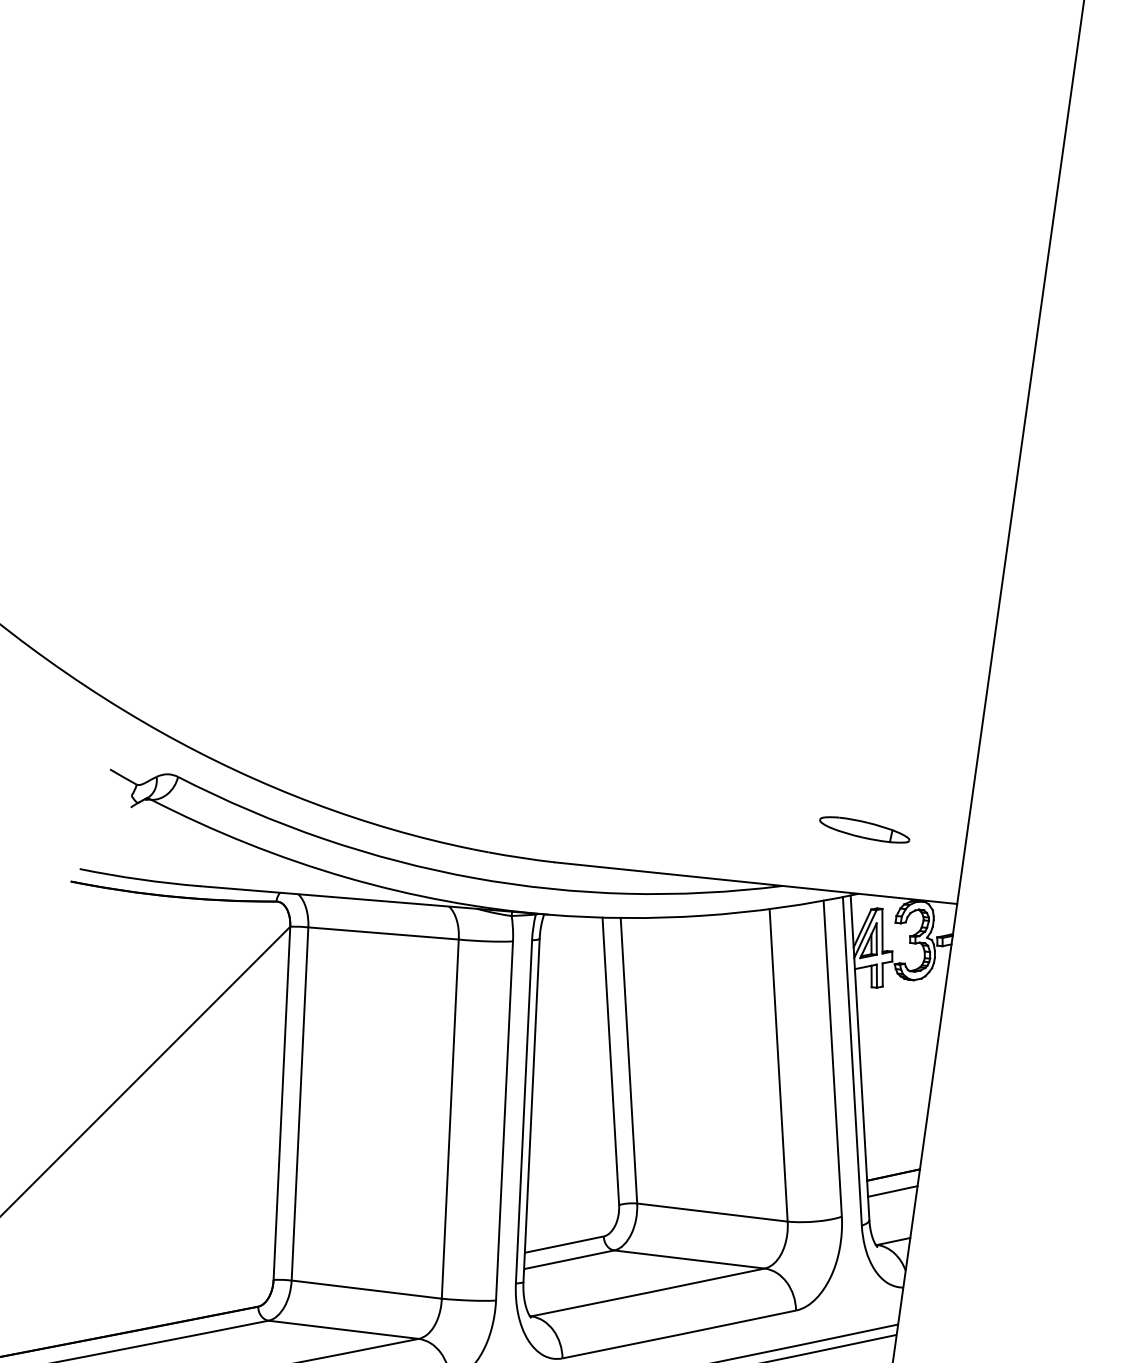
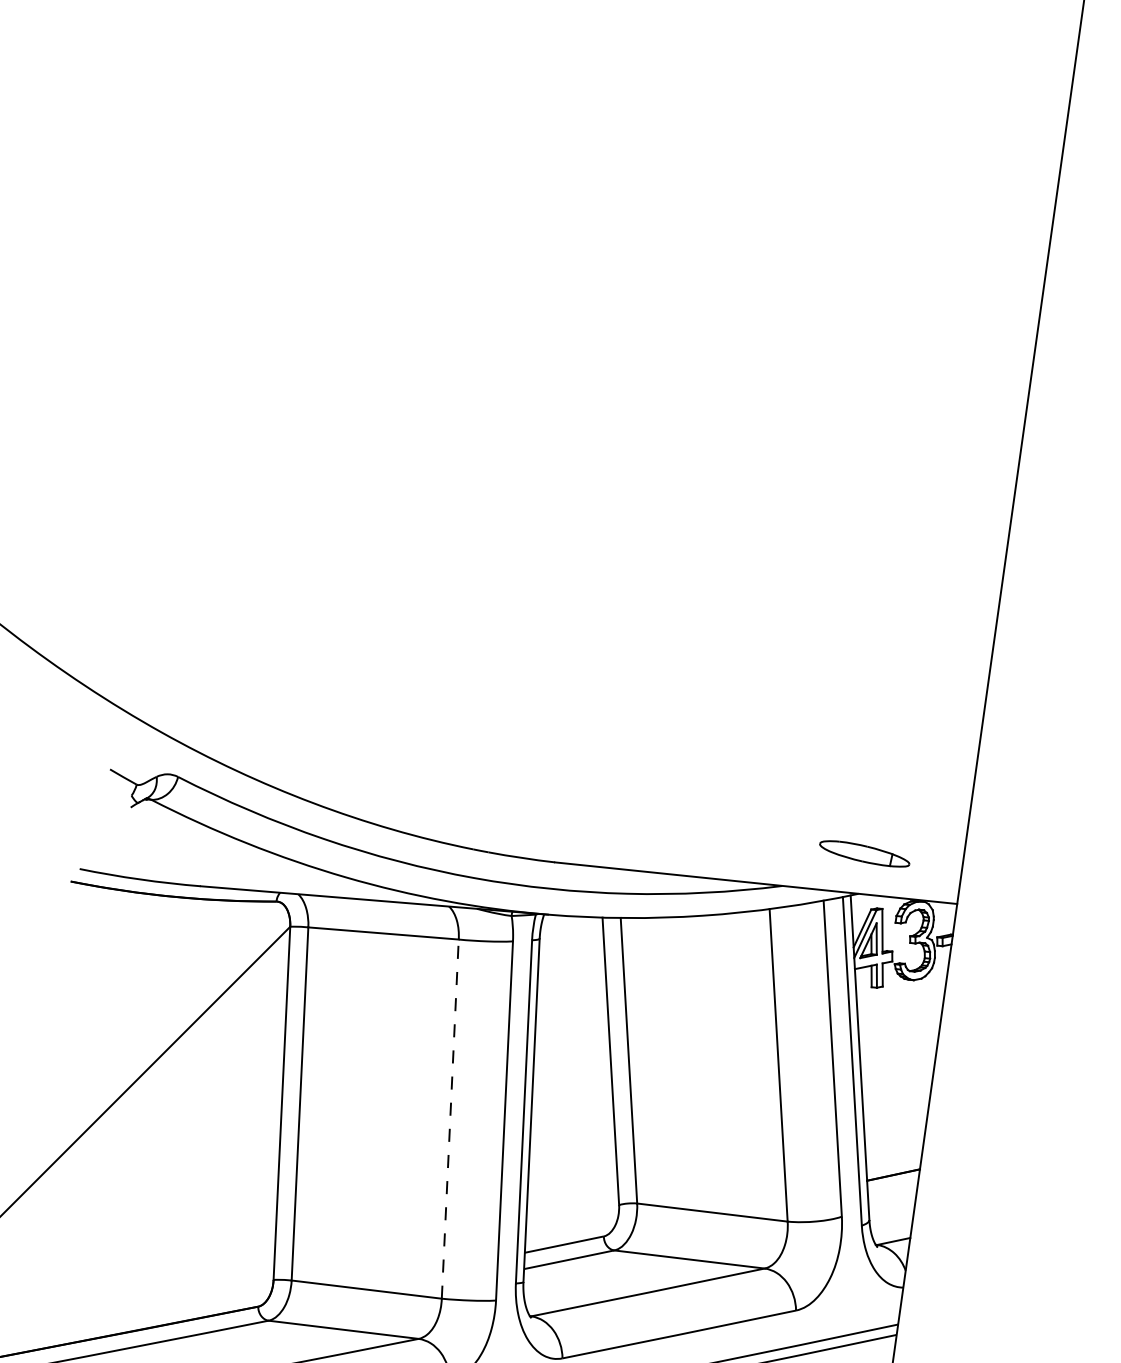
part at (864, 829) position: (864, 829) -> (864, 853)
line at (450, 1119): solid -> dashed
line at (892, 1191): present -> none
